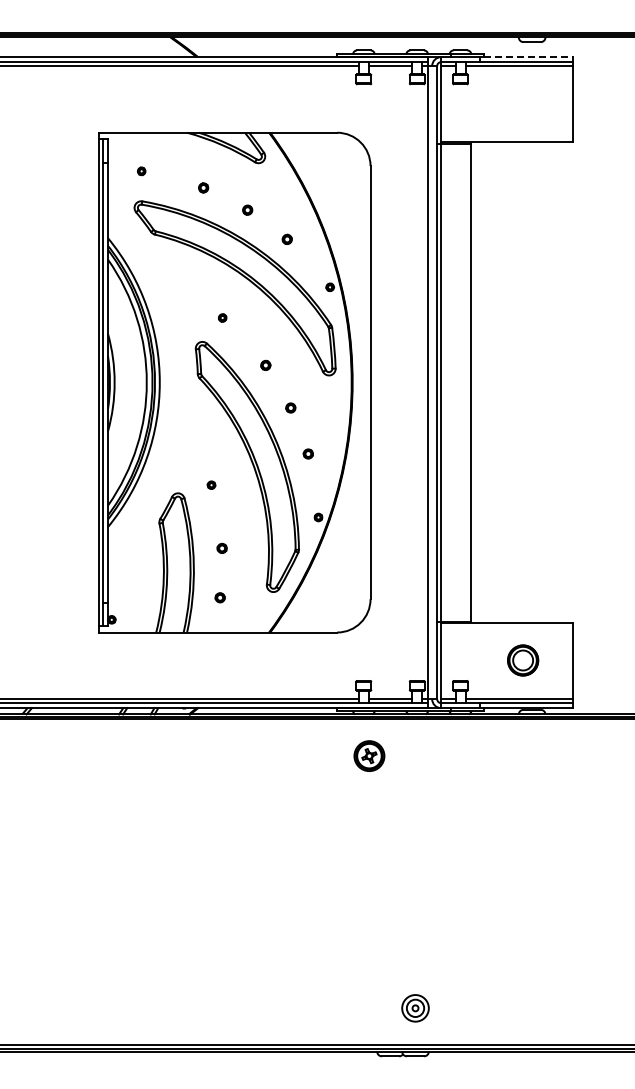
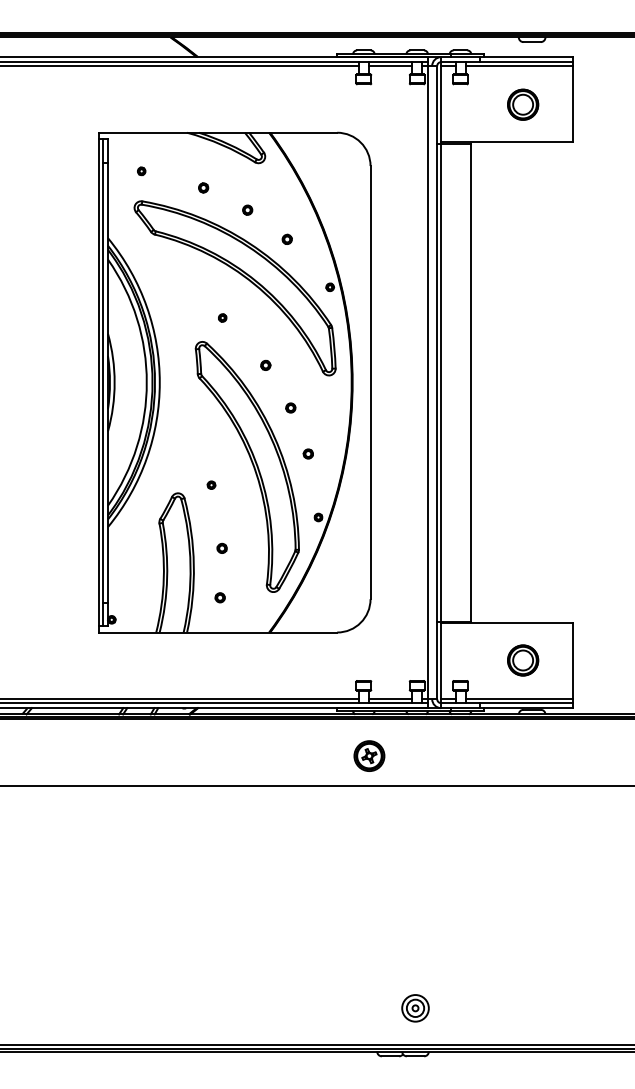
line at (528, 57): dashed -> solid
part at (523, 104): none -> present
line at (316, 785): none -> present
